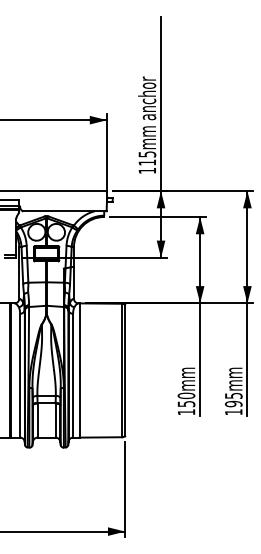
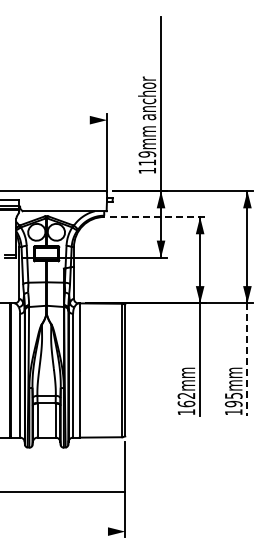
line at (54, 120): present -> none
text at (146, 154): 115mm -> 119mm
line at (157, 216): solid -> dashed
line at (247, 360): solid -> dashed
text at (186, 399): 150mm -> 162mm
line at (63, 531) position: (63, 531) -> (63, 491)
